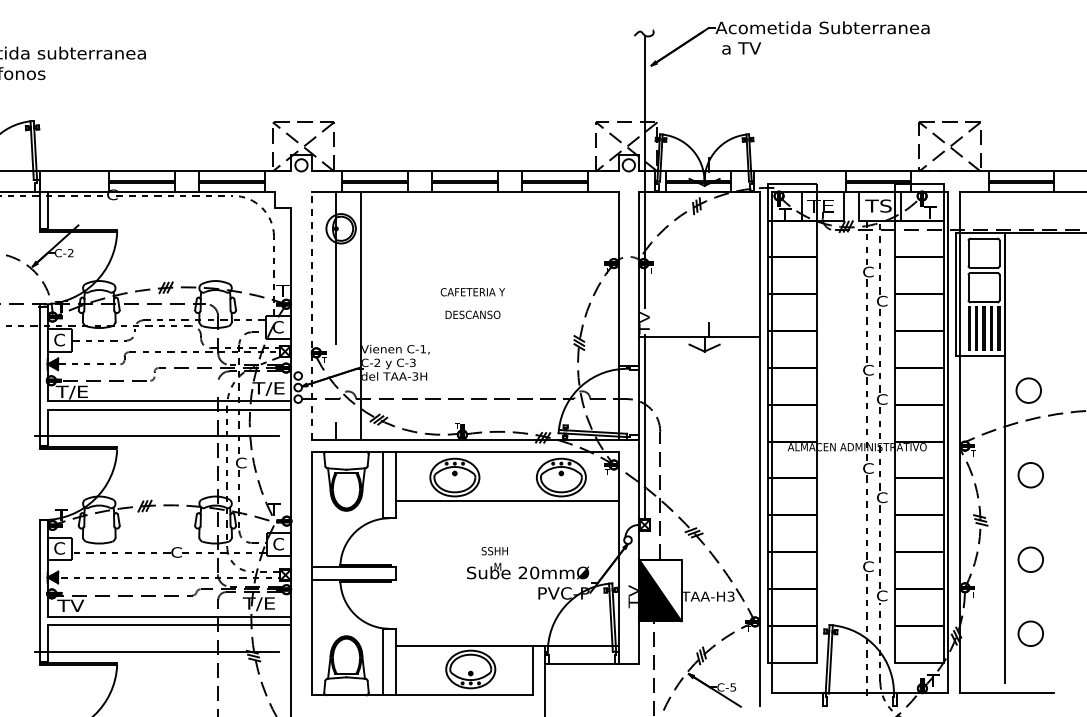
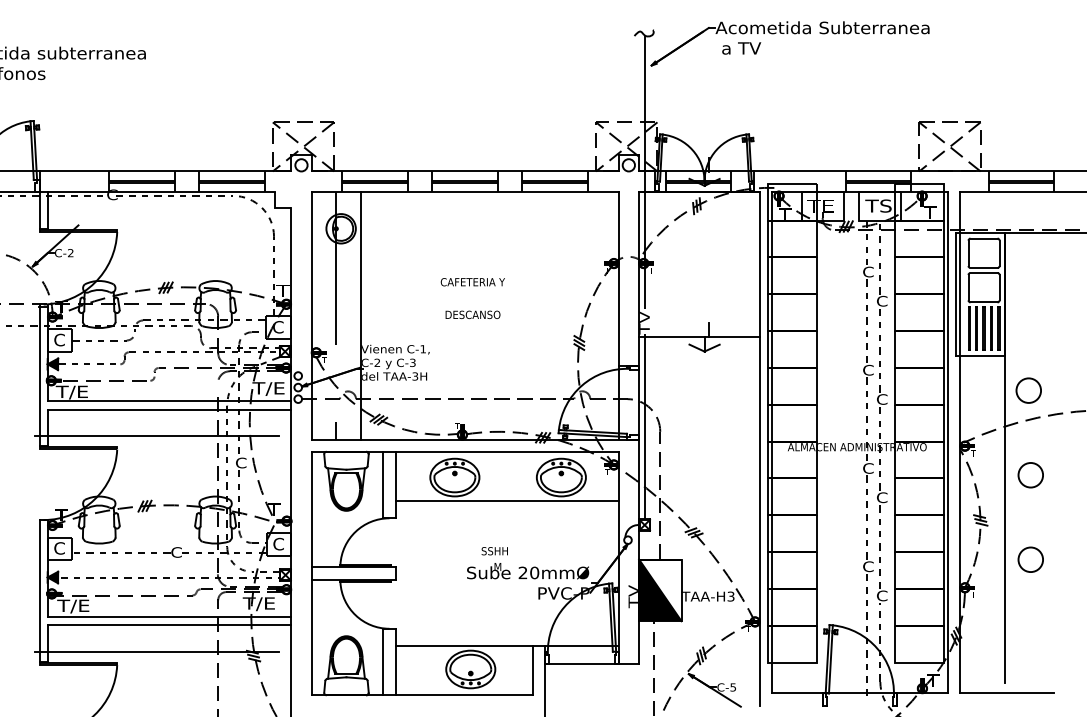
text at (472, 292) position: (472, 292) -> (472, 282)
line at (311, 315): dashed -> solid
text at (79, 606): TV -> T/E
circle at (1030, 633): present -> none
